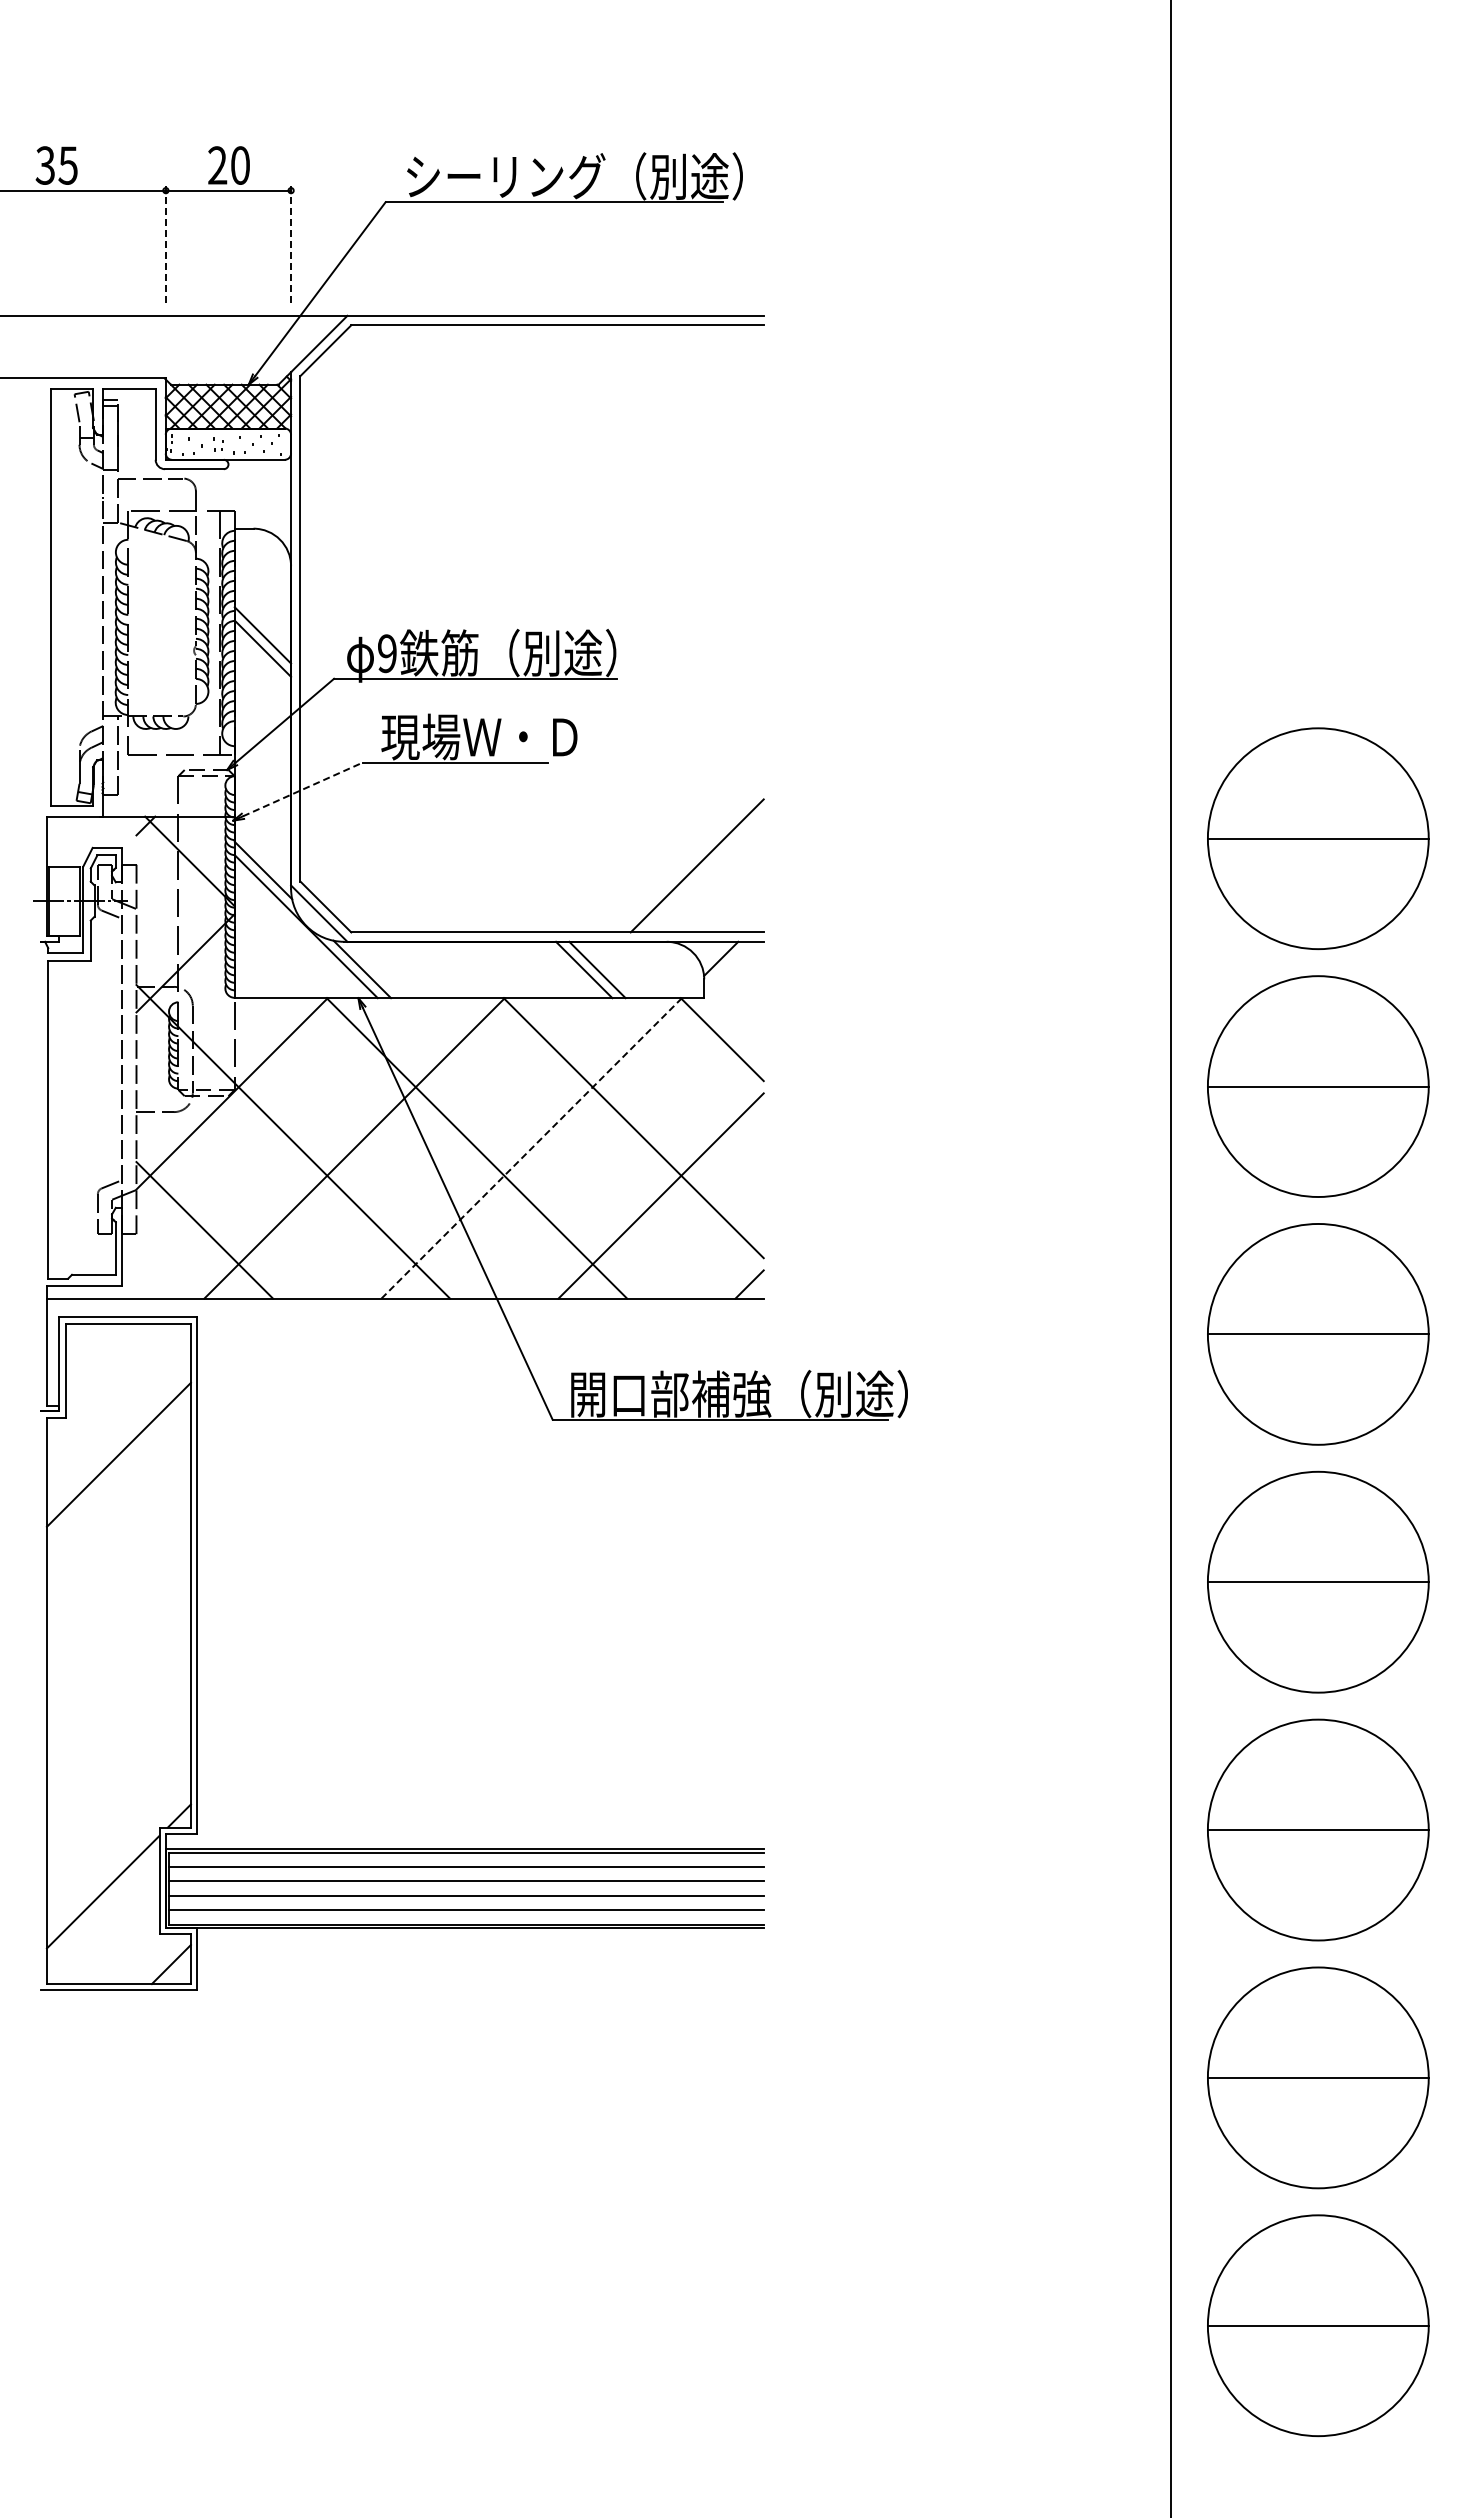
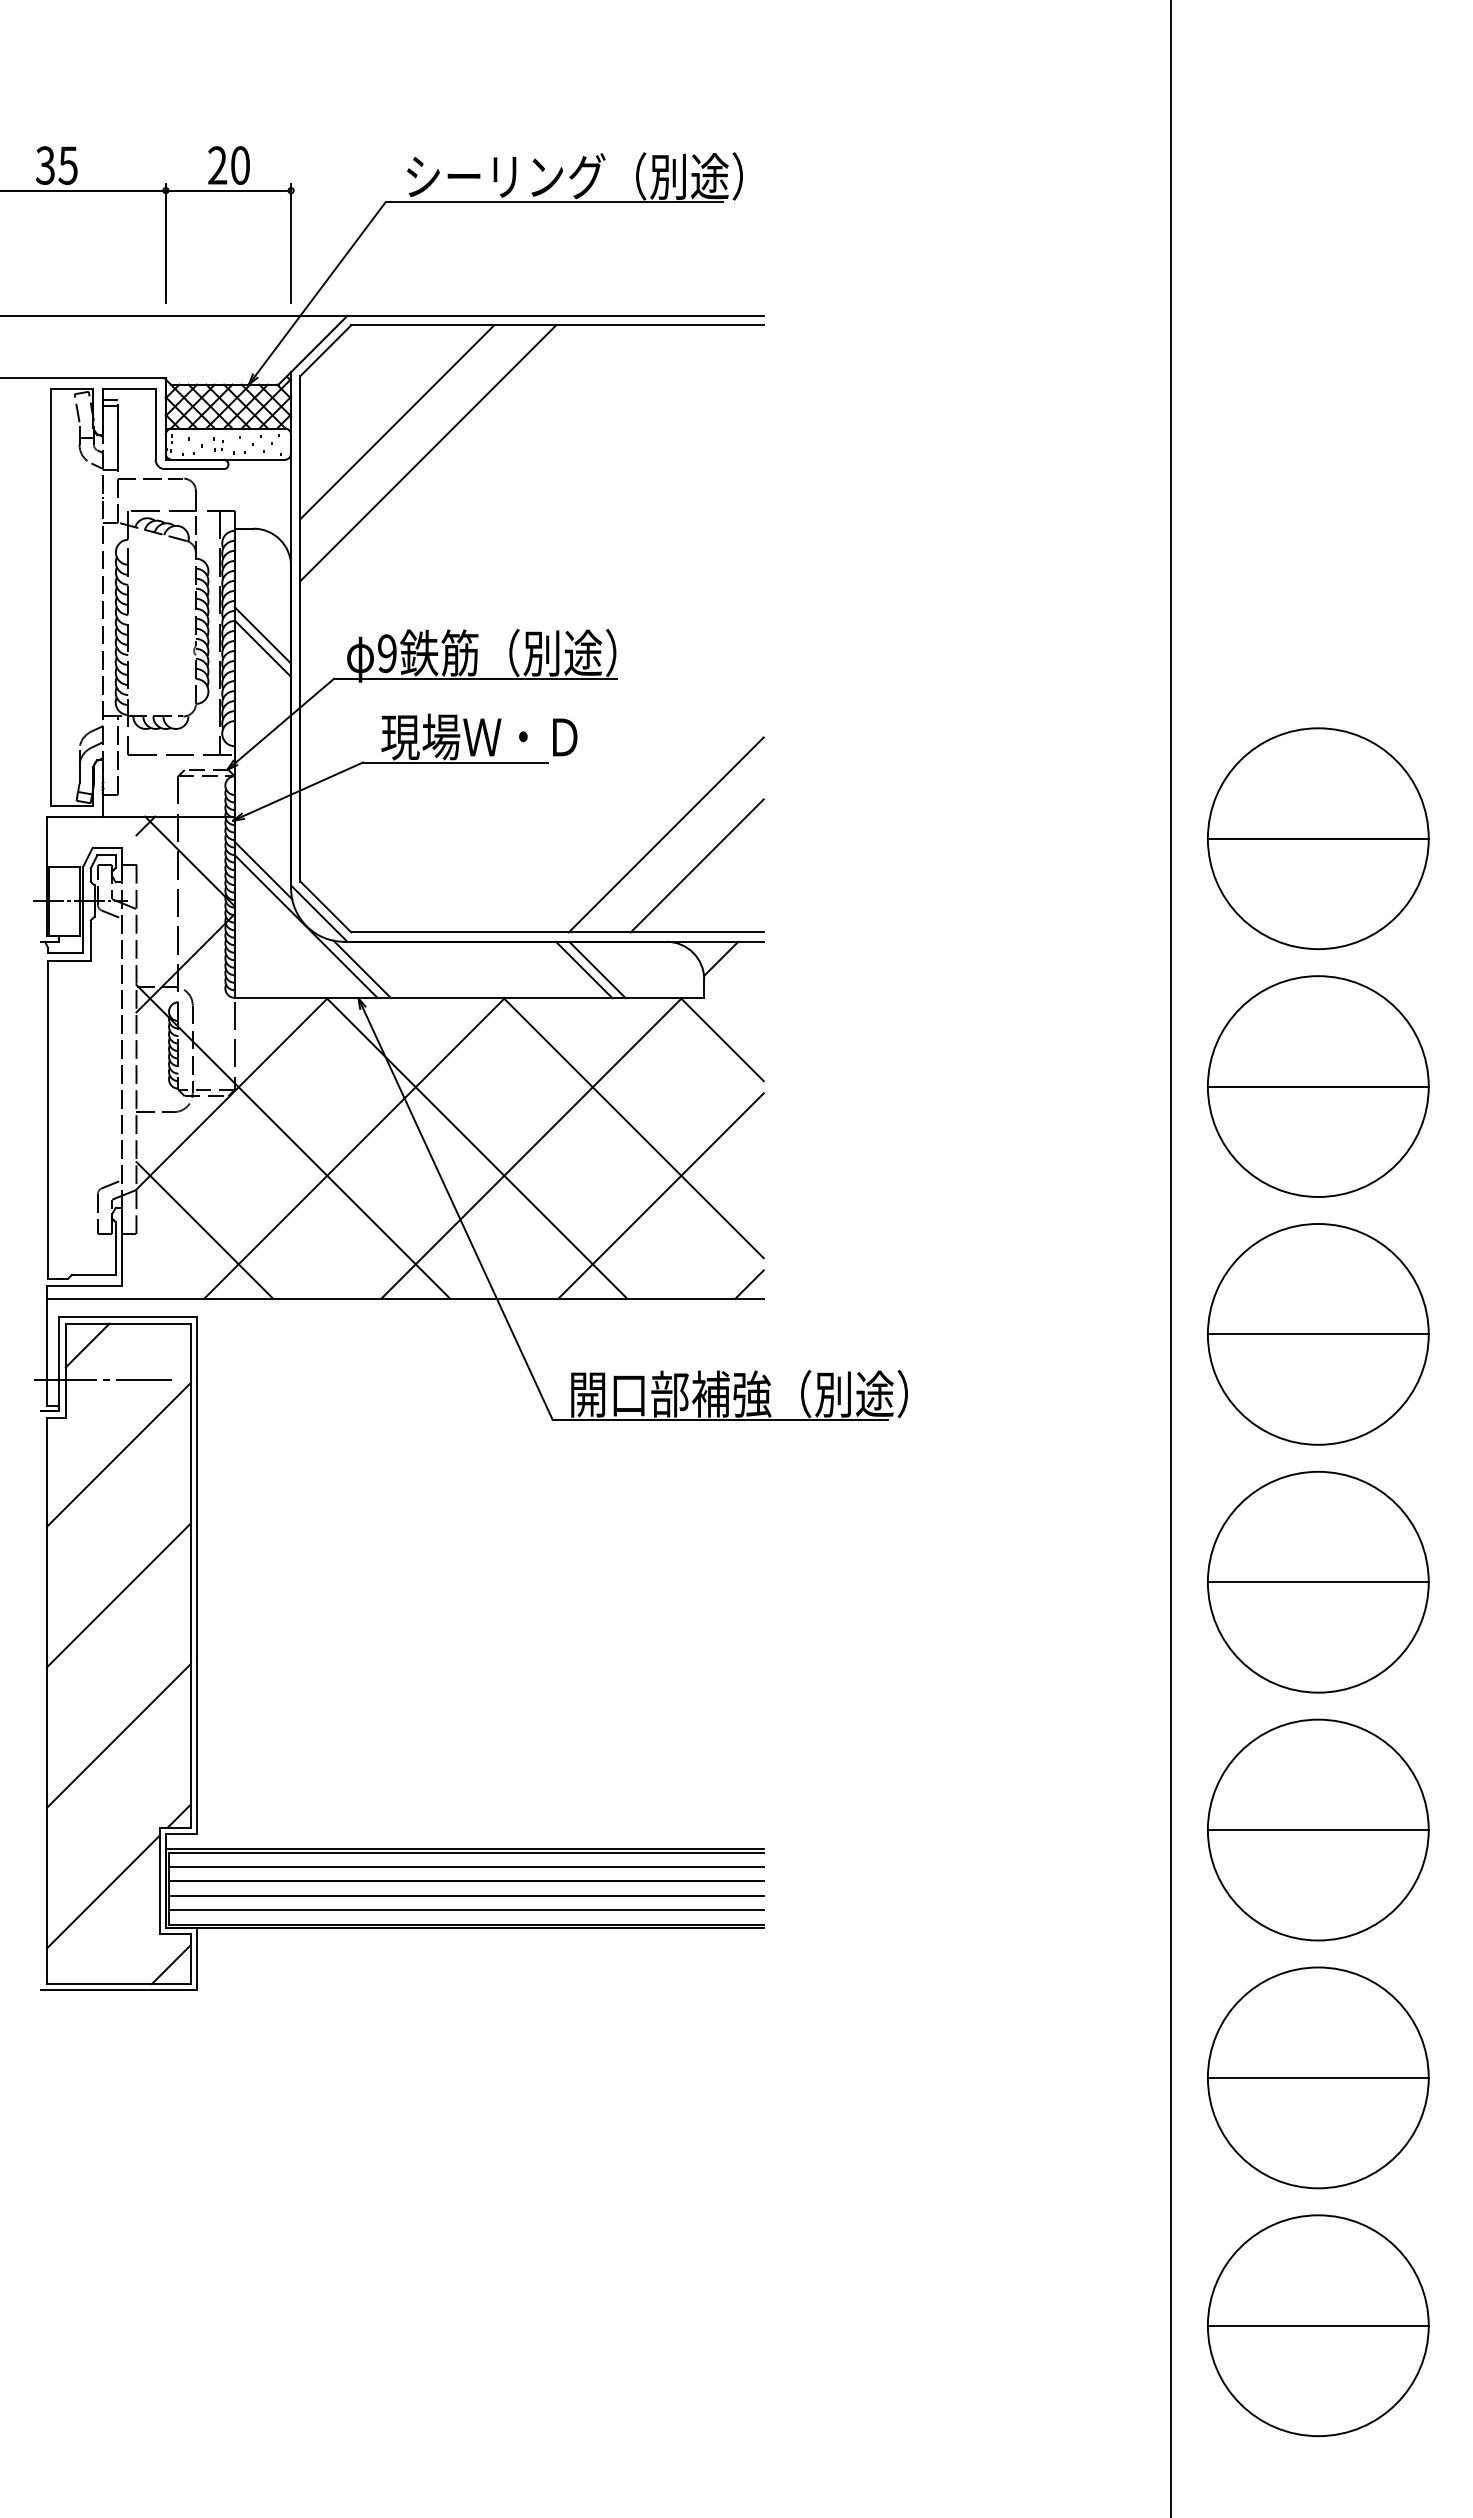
line at (165, 243): dashed -> solid
line at (291, 243): dashed -> solid
line at (397, 422): none -> present
line at (428, 453): none -> present
line at (303, 789): dashed -> solid
line at (665, 834): none -> present
line at (532, 1148): dashed -> solid
line at (87, 1345): none -> present
line at (103, 1380): none -> present
line at (118, 1595): none -> present
line at (118, 1735): none -> present
